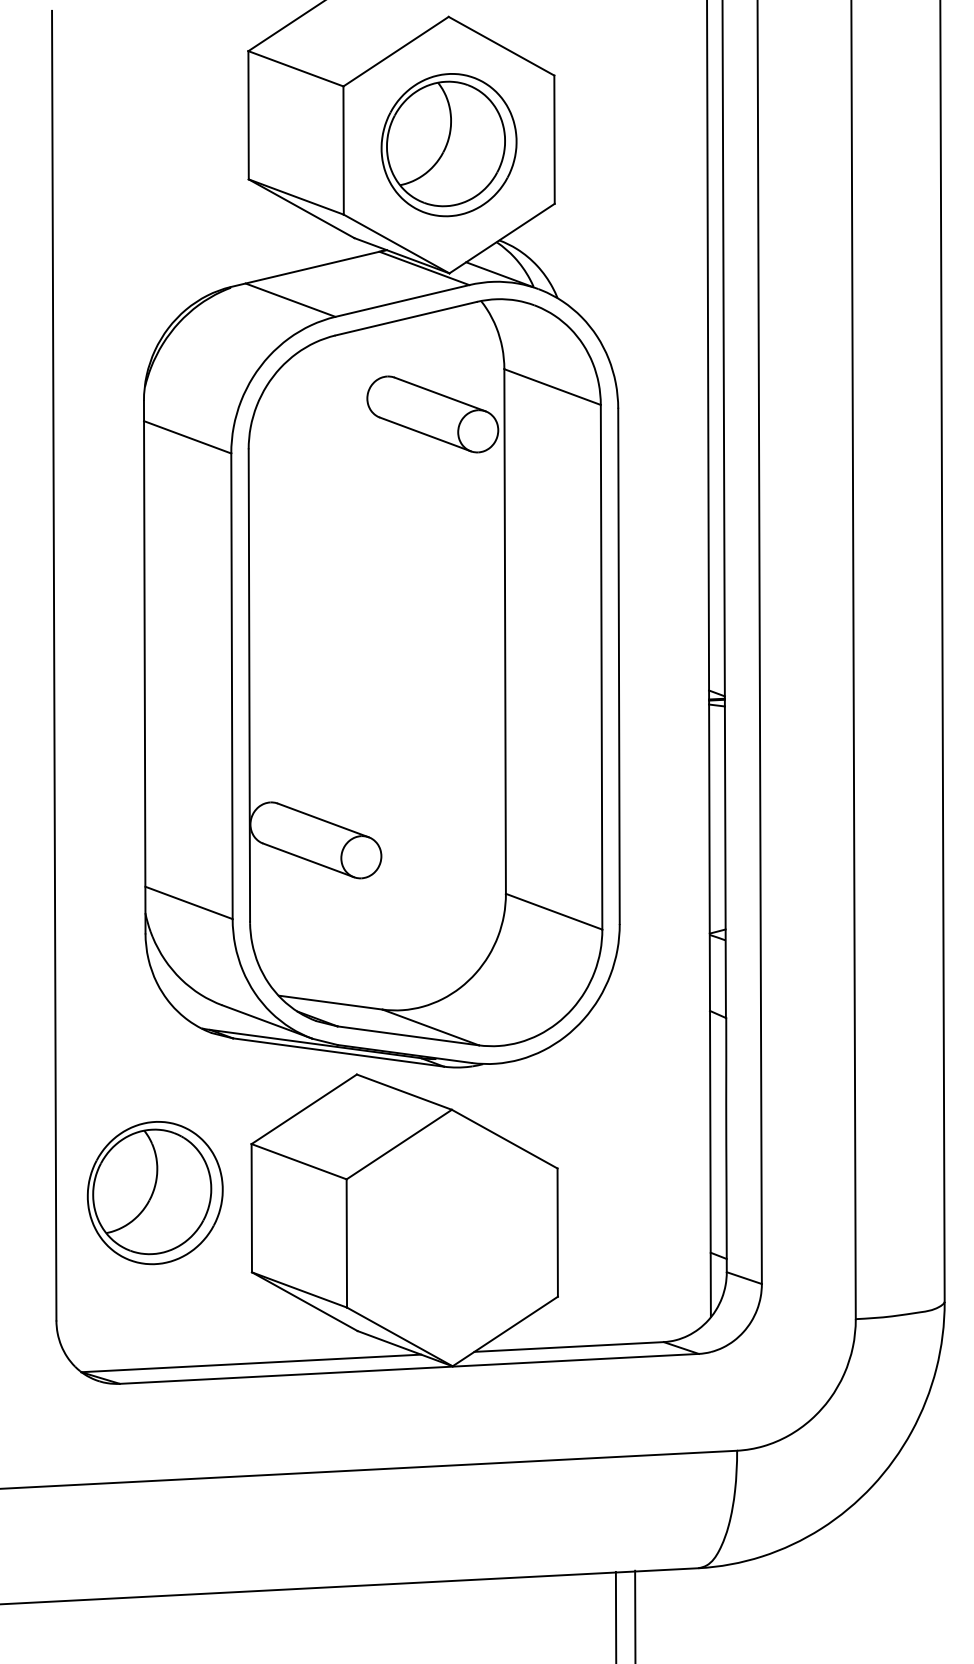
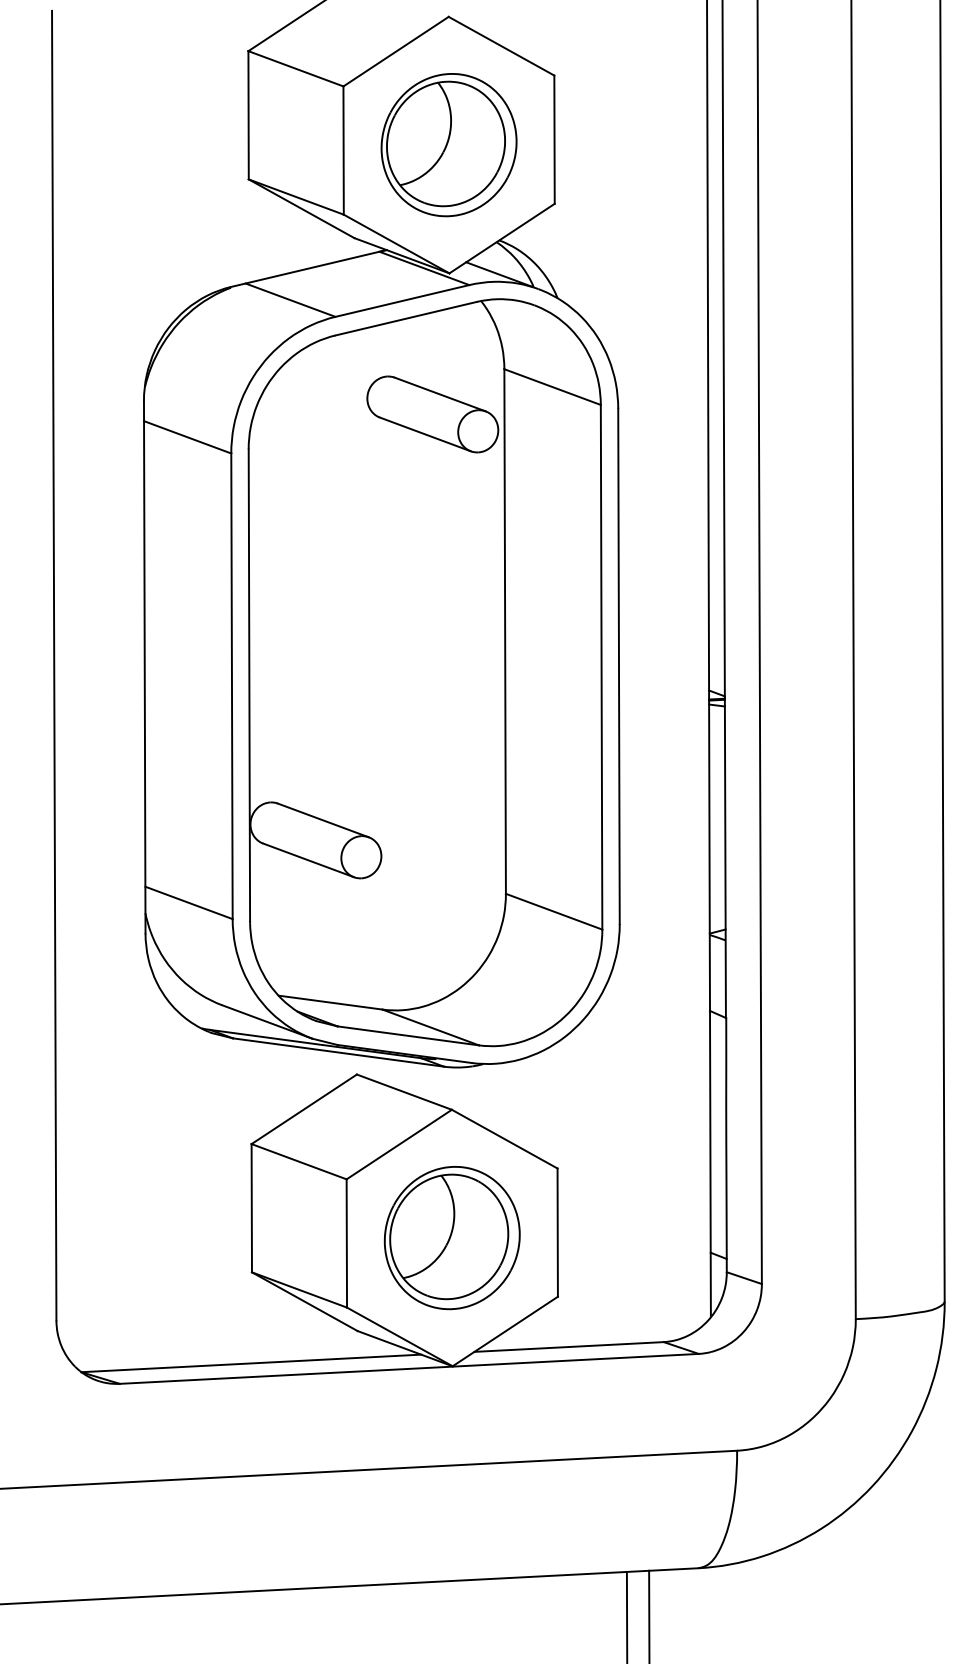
part at (154, 1193) position: (154, 1193) -> (451, 1238)
line at (615, 1615) position: (615, 1615) -> (626, 1615)
line at (635, 1615) position: (635, 1615) -> (649, 1615)
